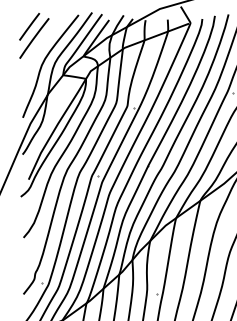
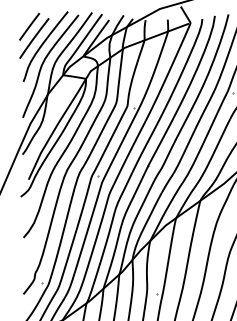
curve at (43, 44): none -> present
